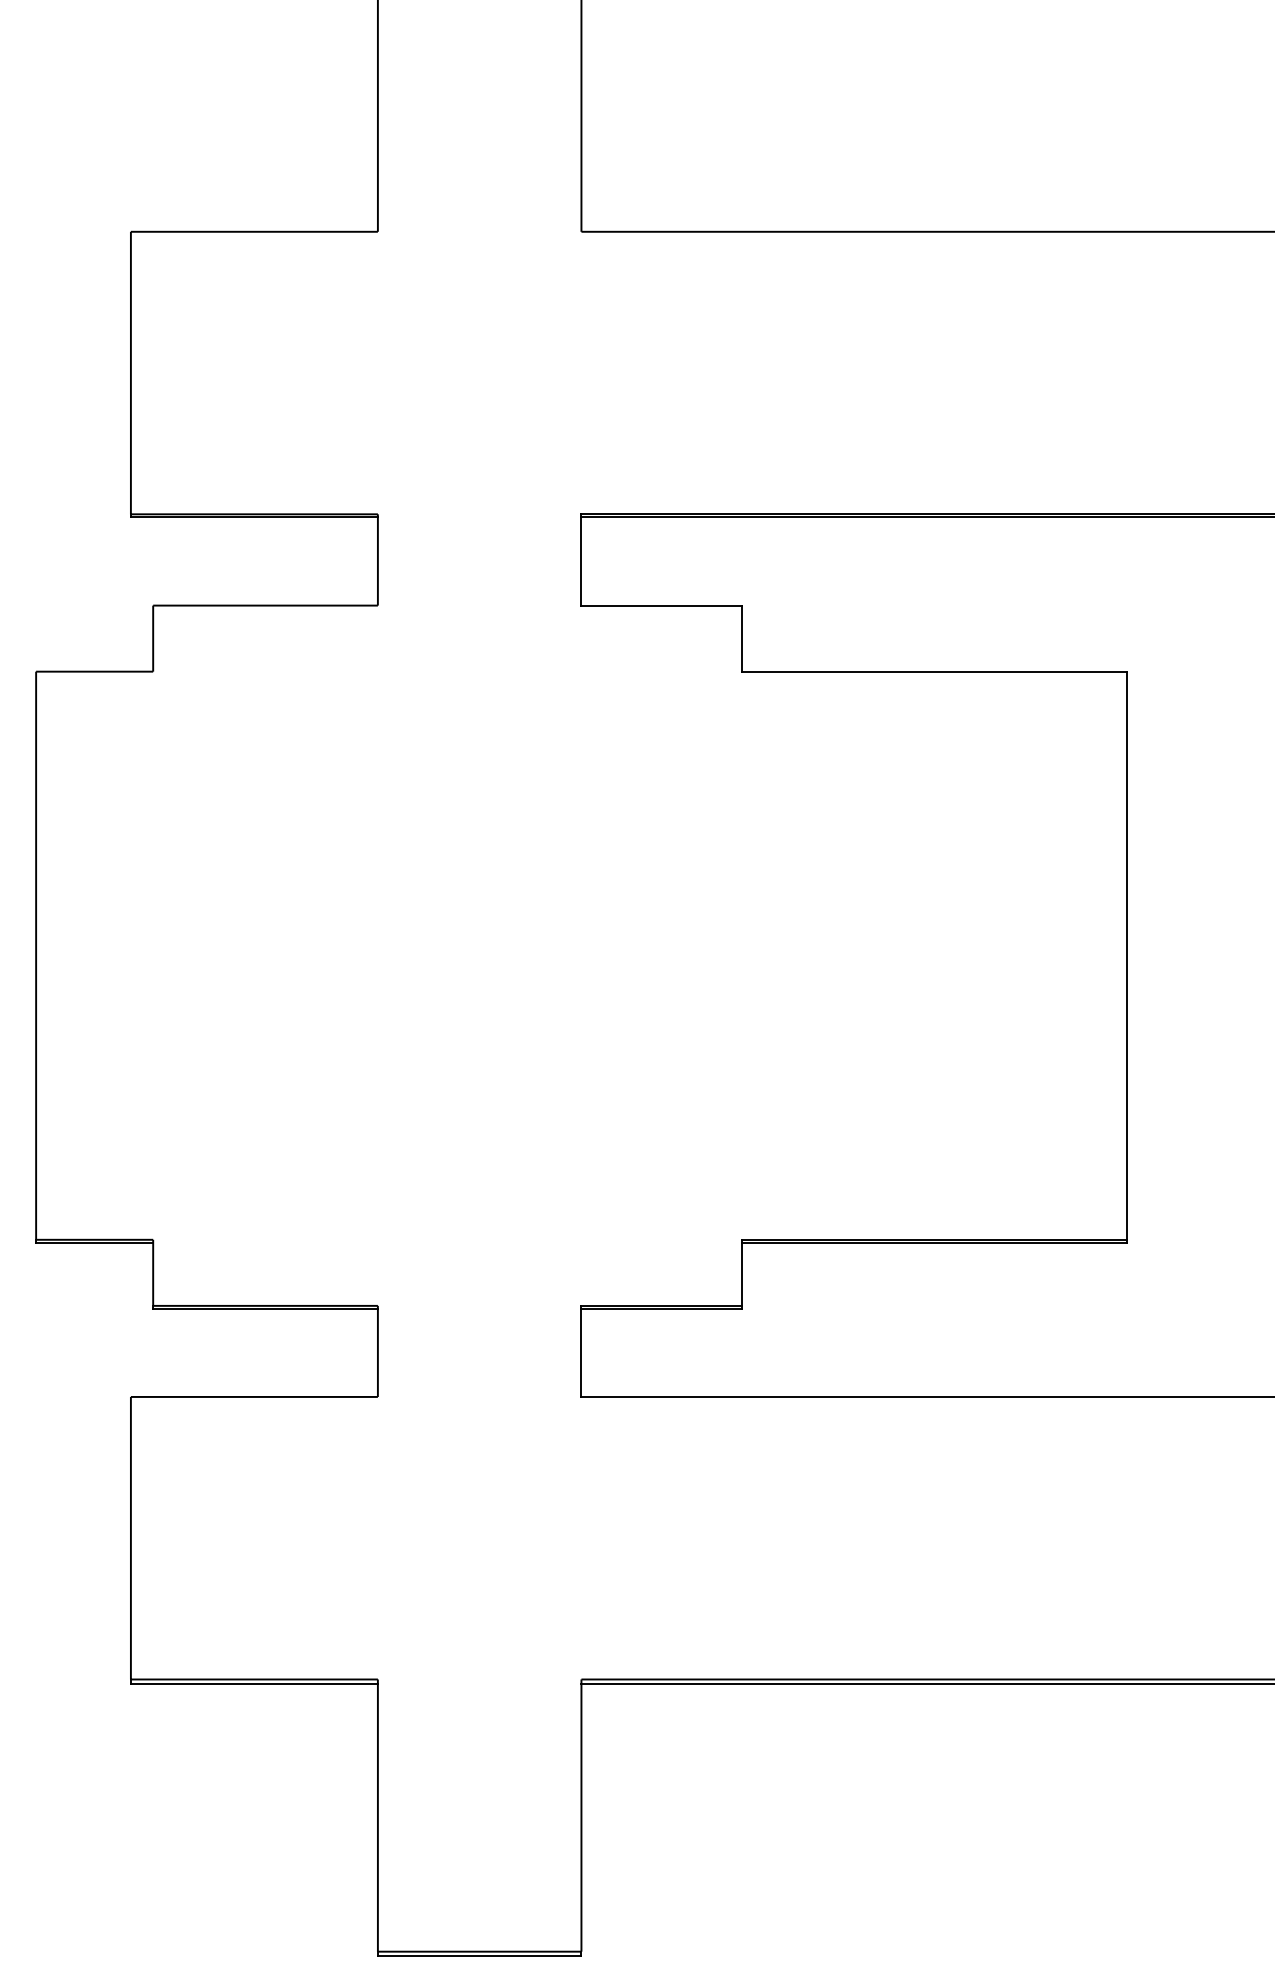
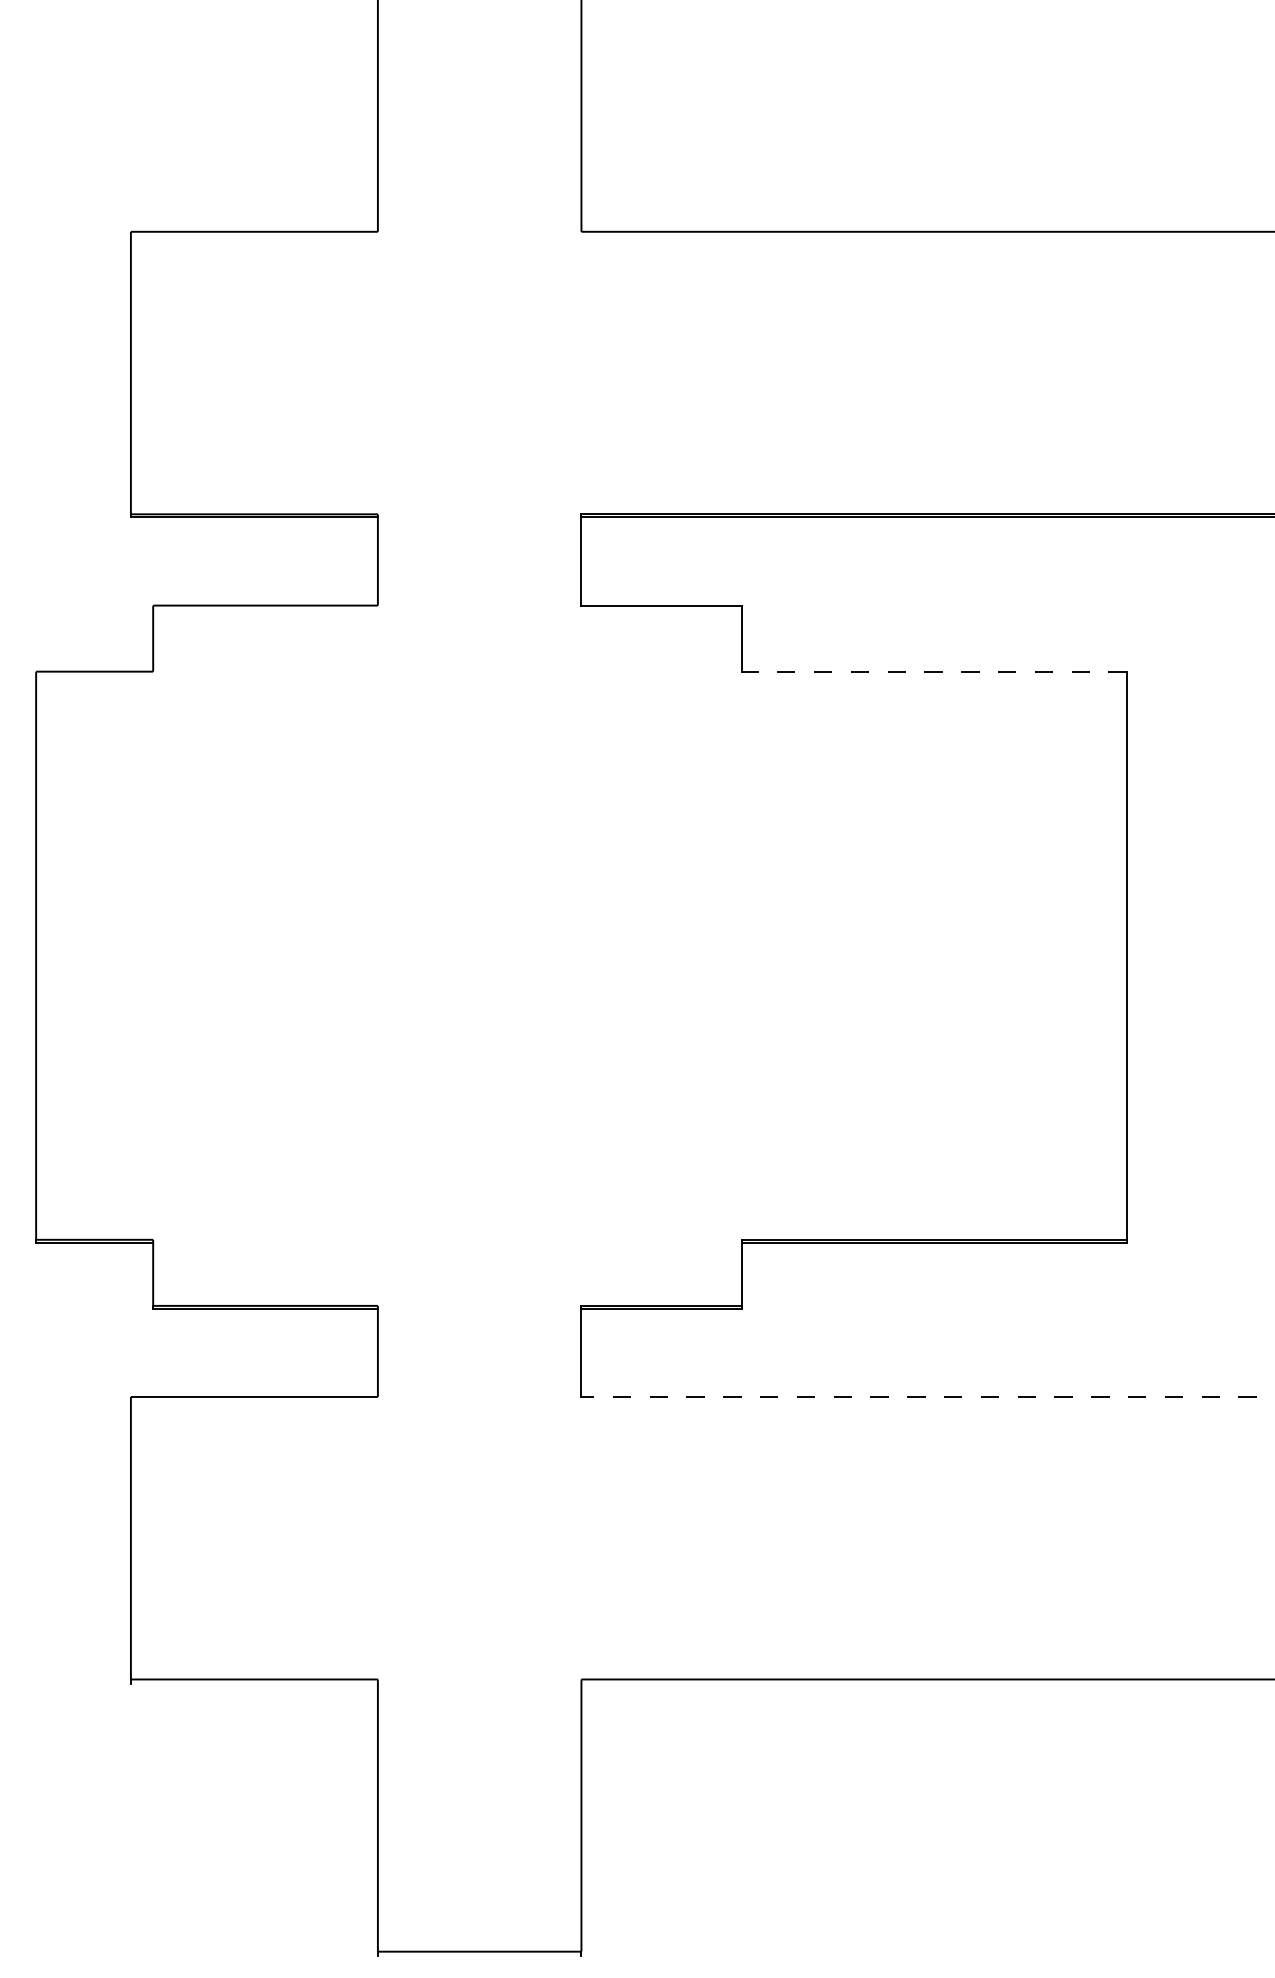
line at (933, 671): solid -> dashed
line at (927, 1396): solid -> dashed
line at (253, 1683): present -> none
line at (926, 1683): present -> none
line at (479, 1955): present -> none
